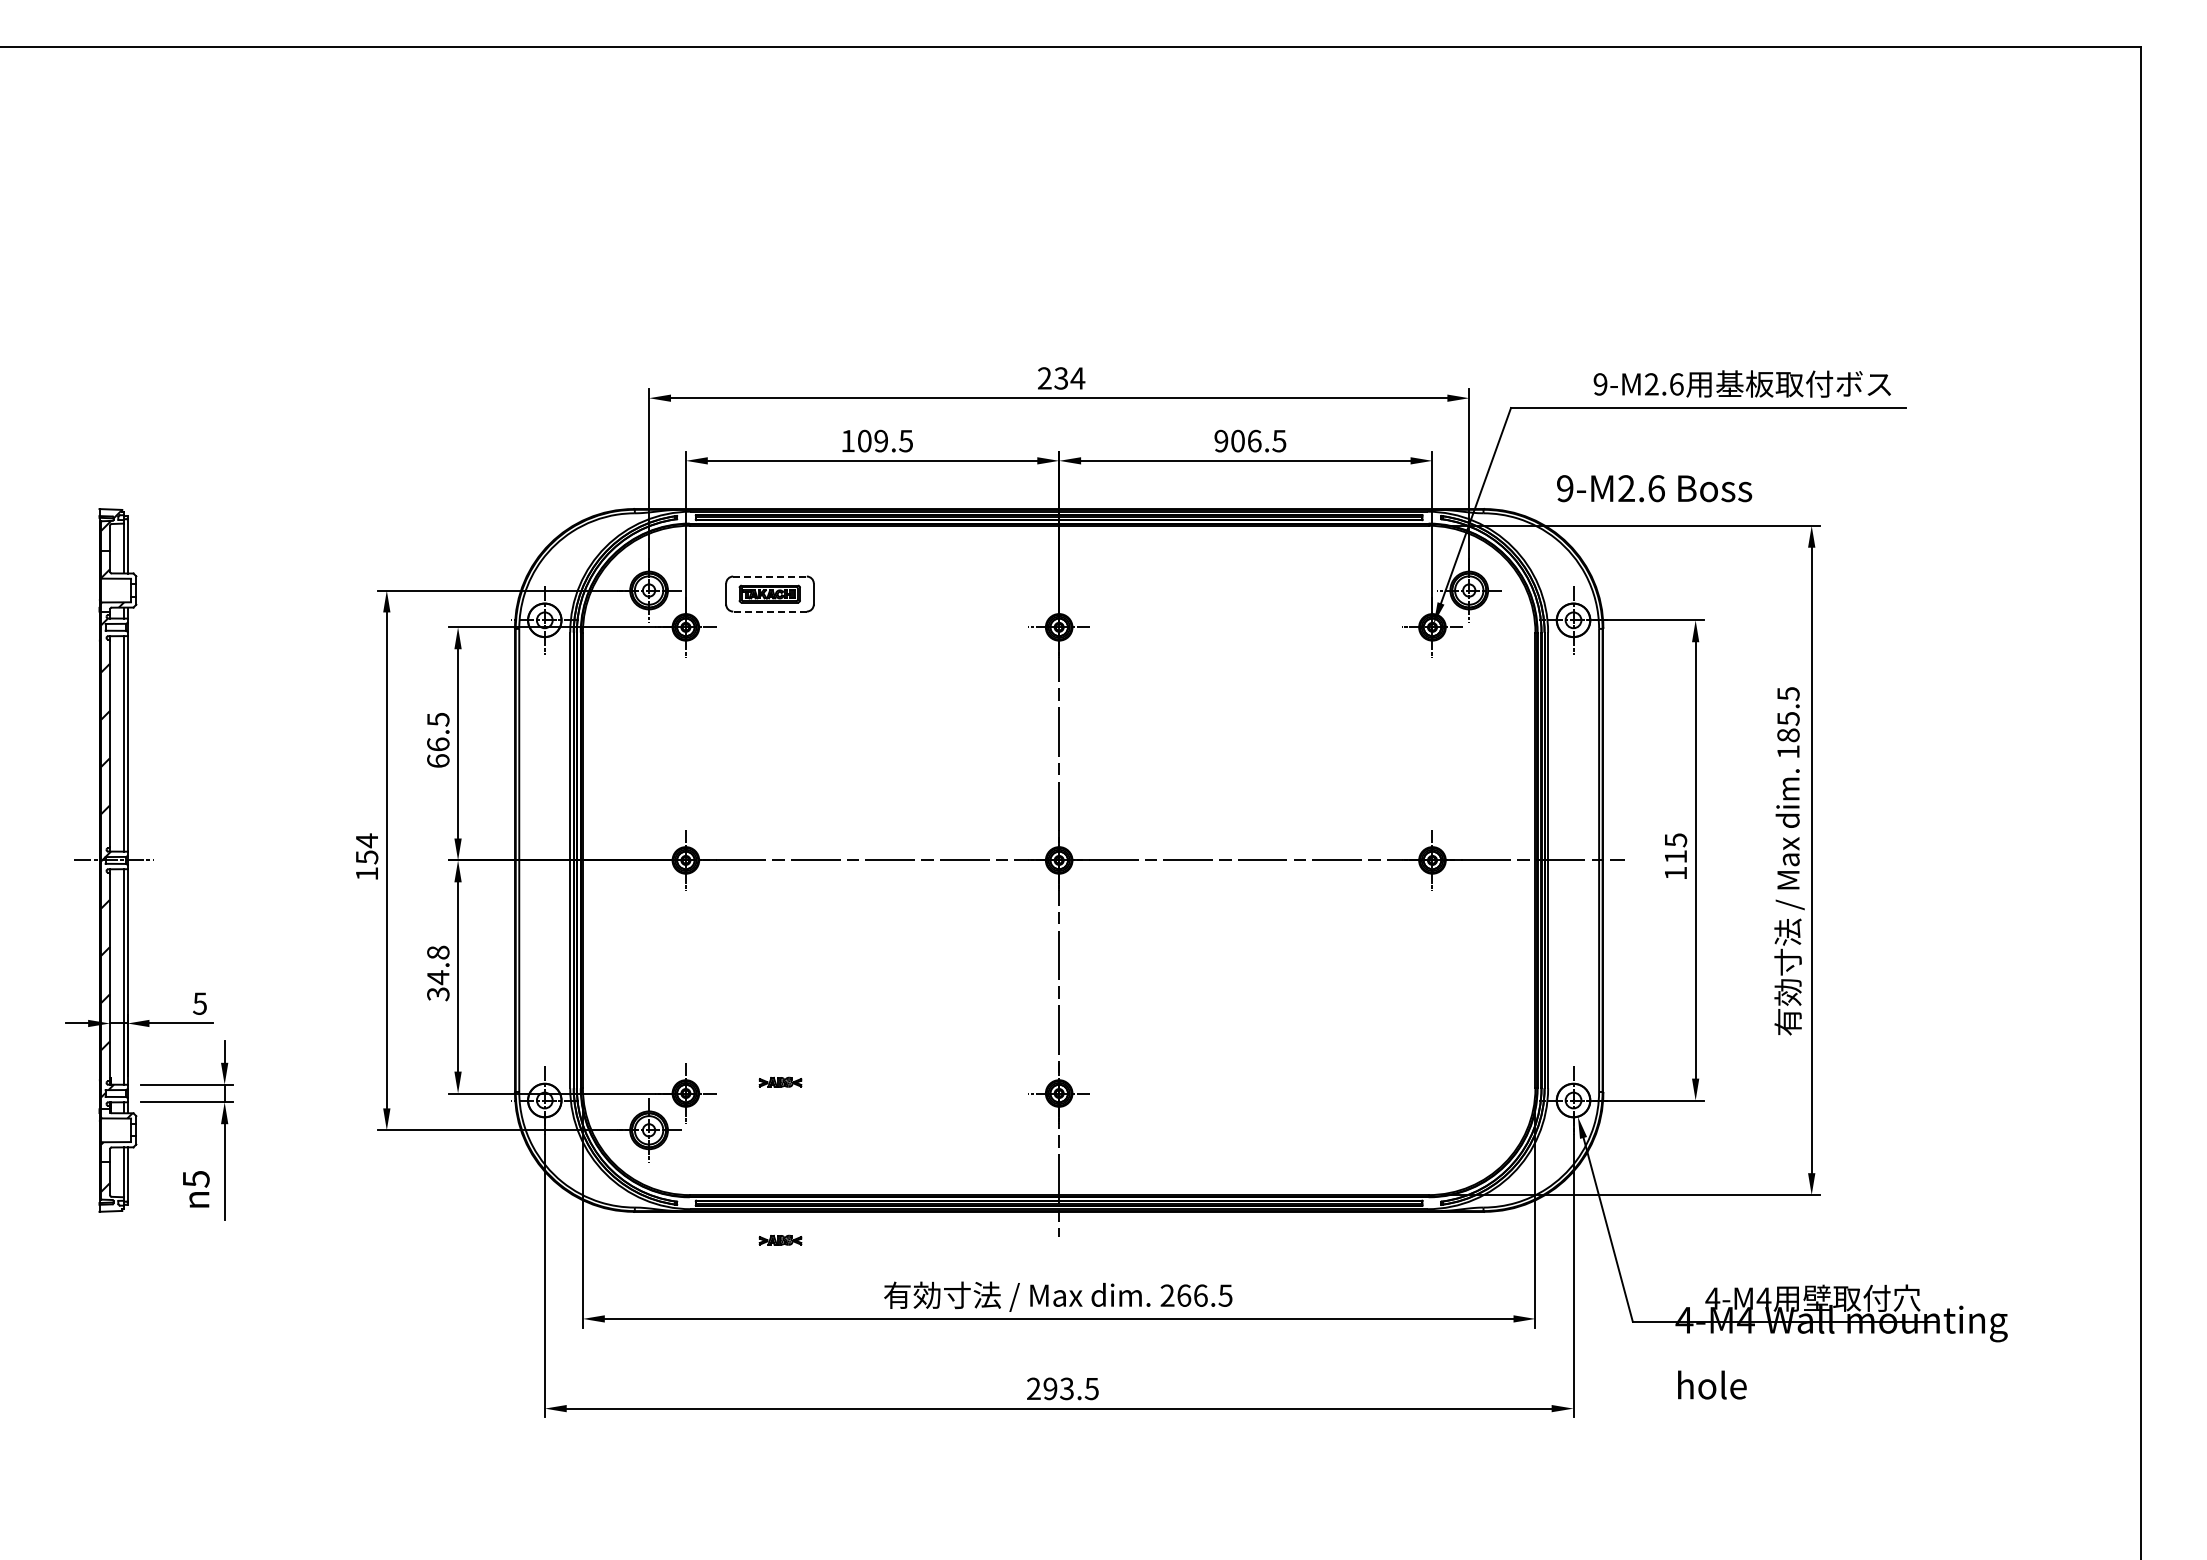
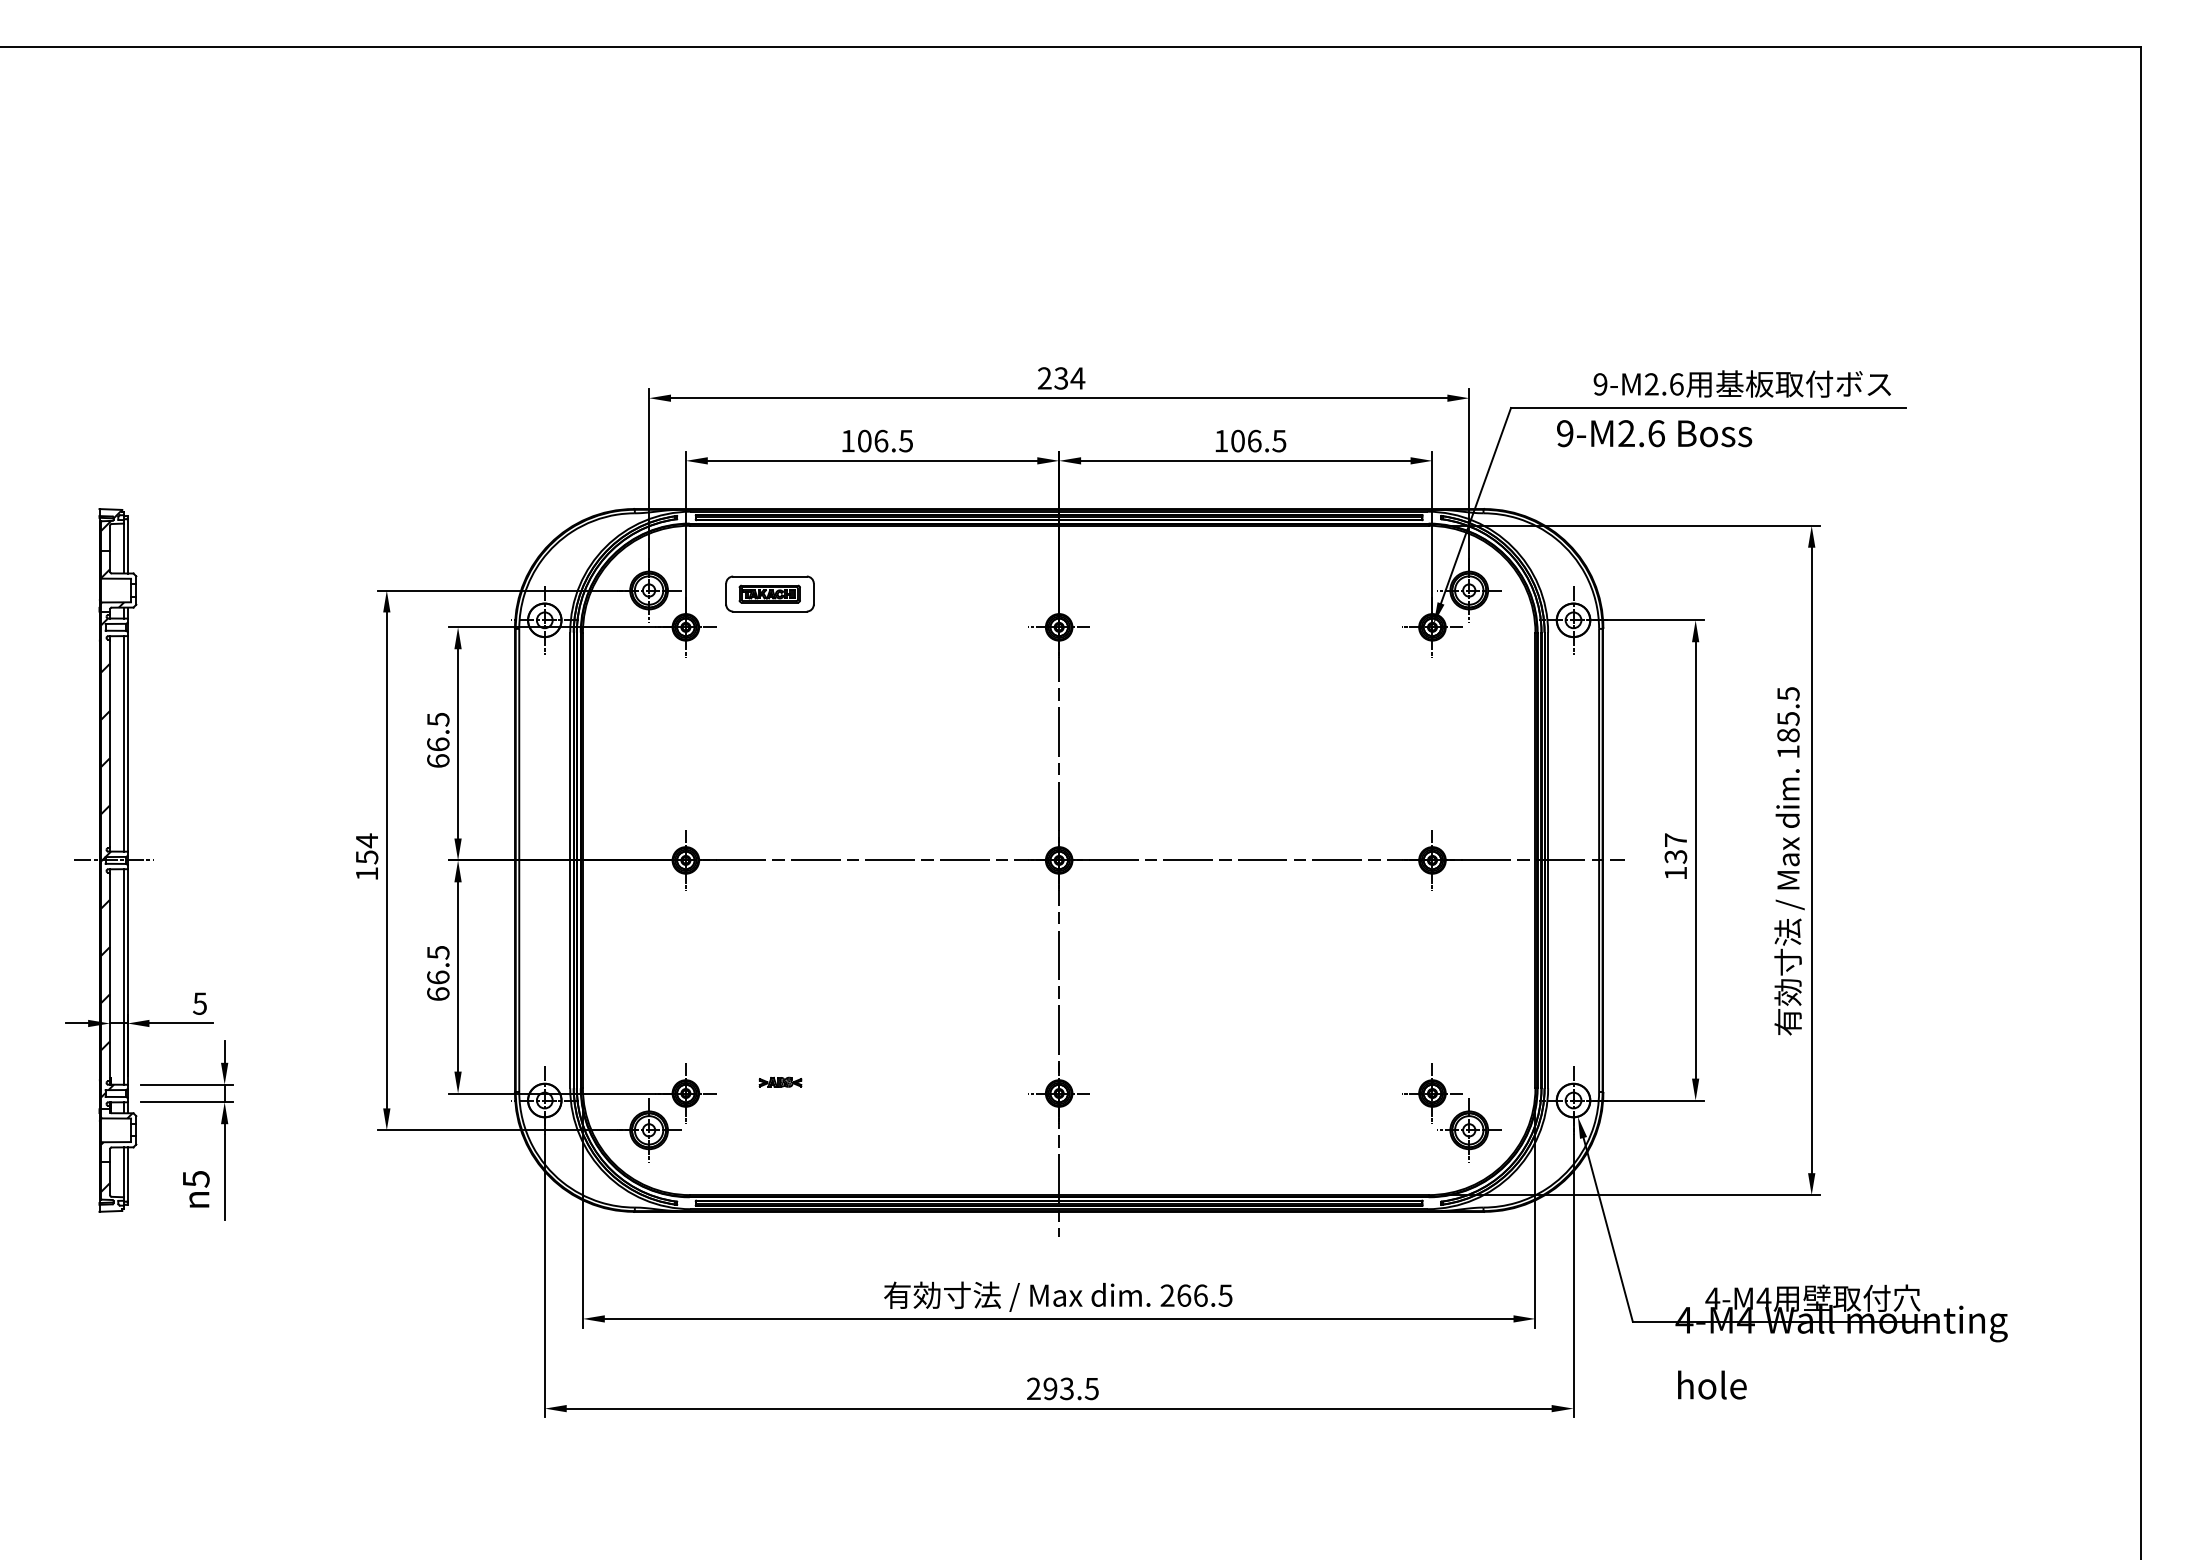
text at (881, 440): 109.5 -> 106.5
text at (1221, 440): 906.5 -> 106.5
text at (1654, 488) position: (1654, 488) -> (1654, 433)
line at (770, 576): dashed -> solid
line at (770, 611): dashed -> solid
text at (1675, 848): 115 -> 137
text at (438, 973): 34.8 -> 66.5
part at (1451, 1112): none -> present
part at (780, 1239): present -> none
